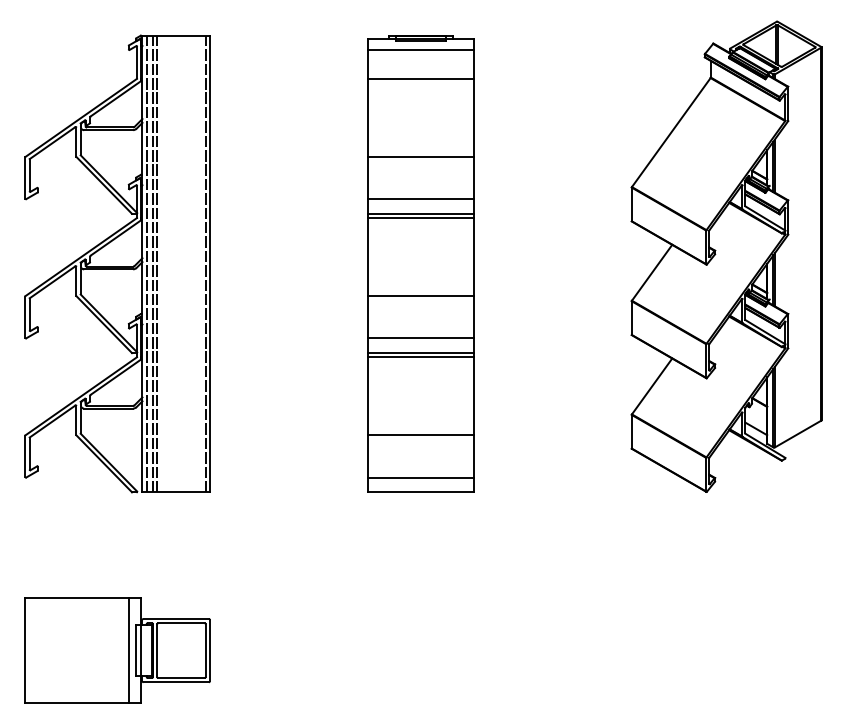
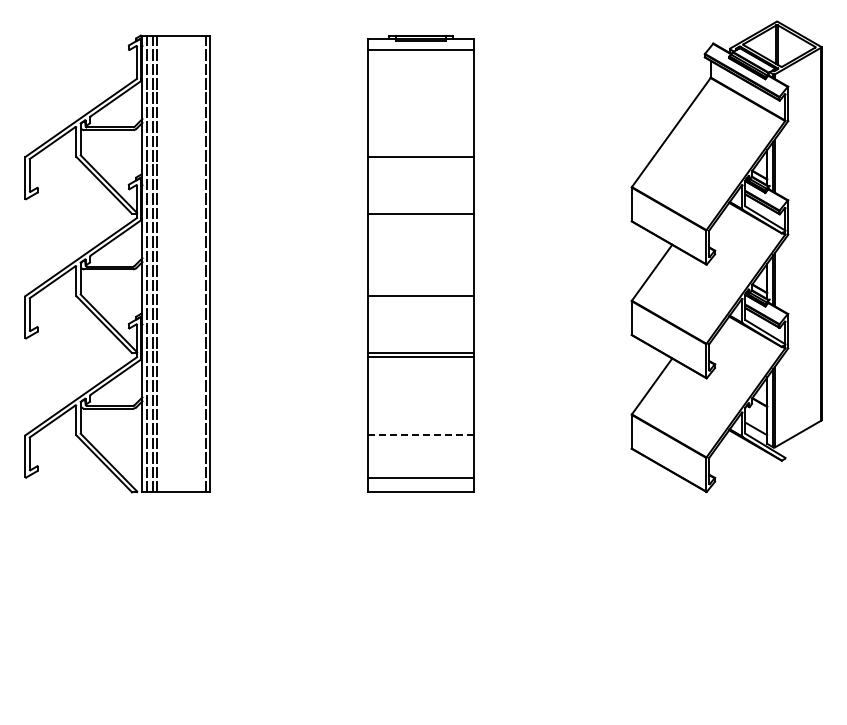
line at (420, 78): present -> none
line at (420, 199): present -> none
line at (420, 217): present -> none
line at (420, 338): present -> none
line at (420, 435): solid -> dashed
part at (117, 650): present -> none
